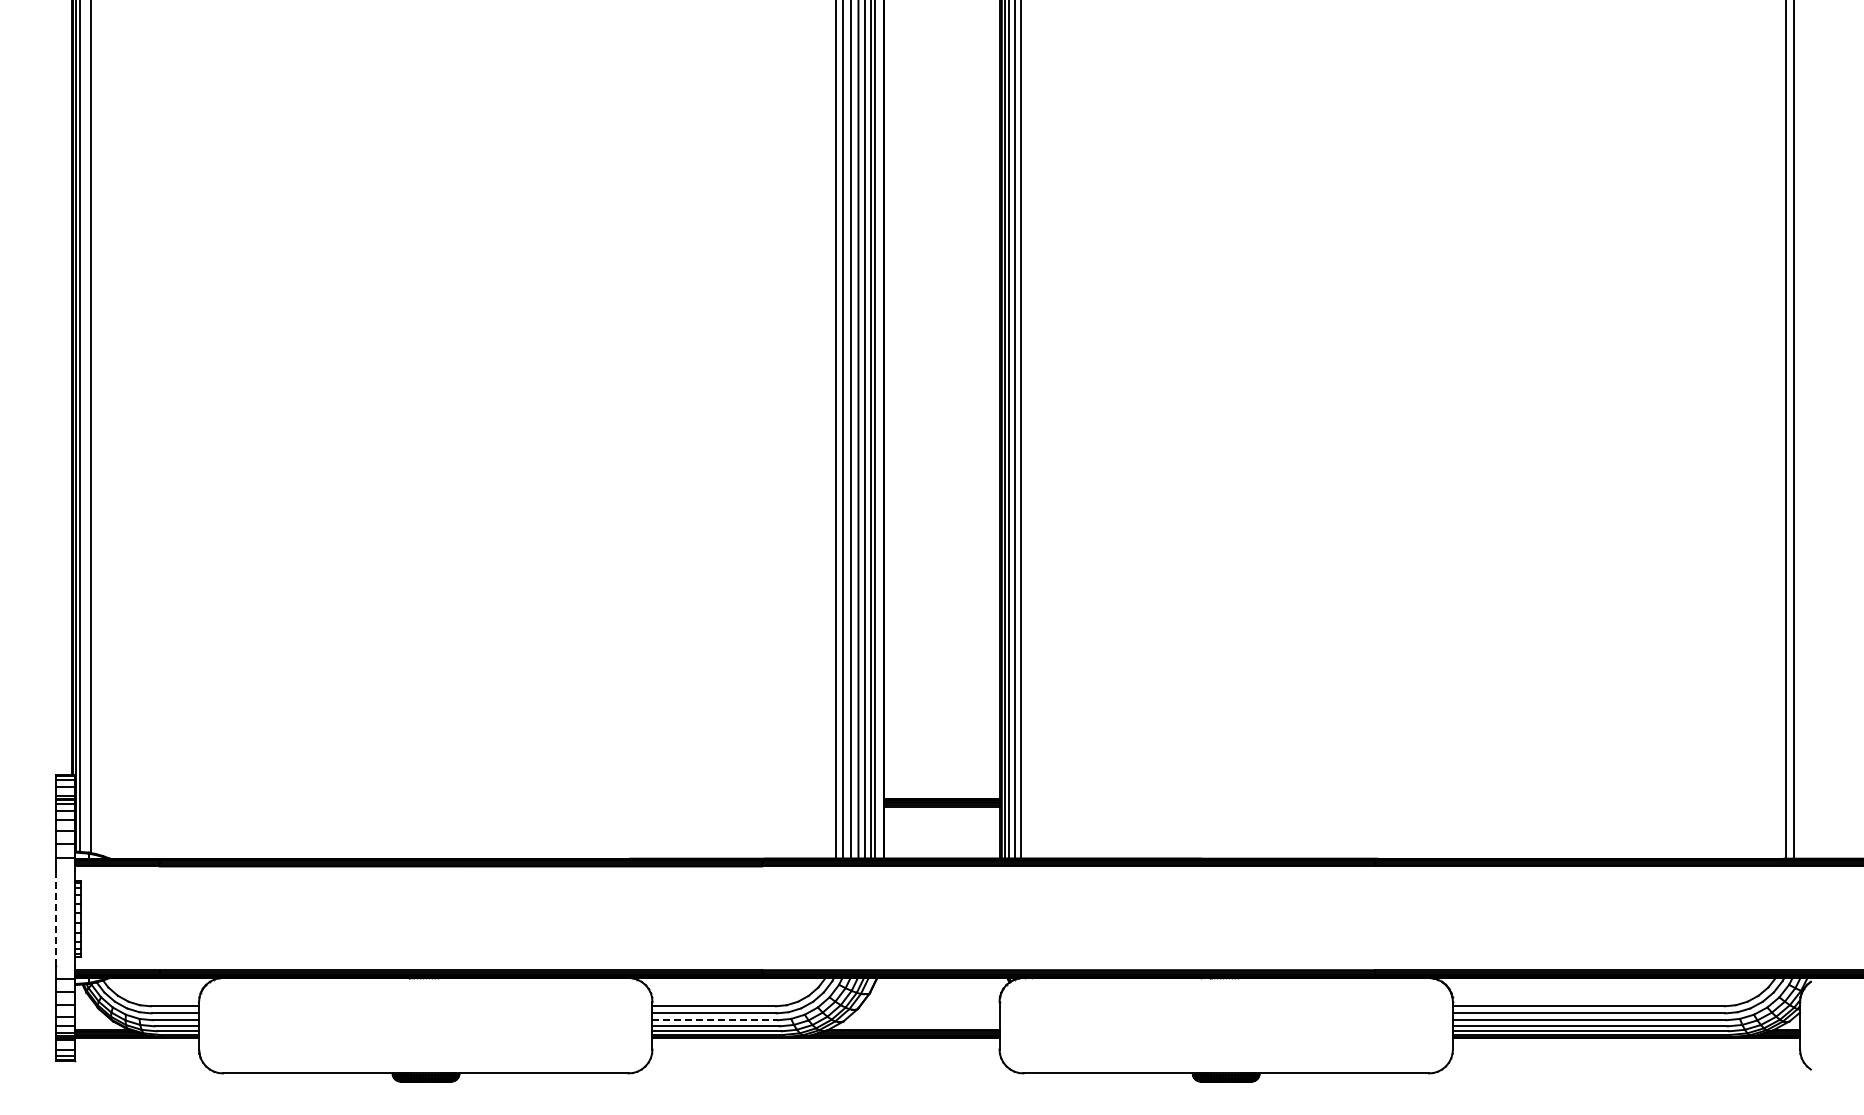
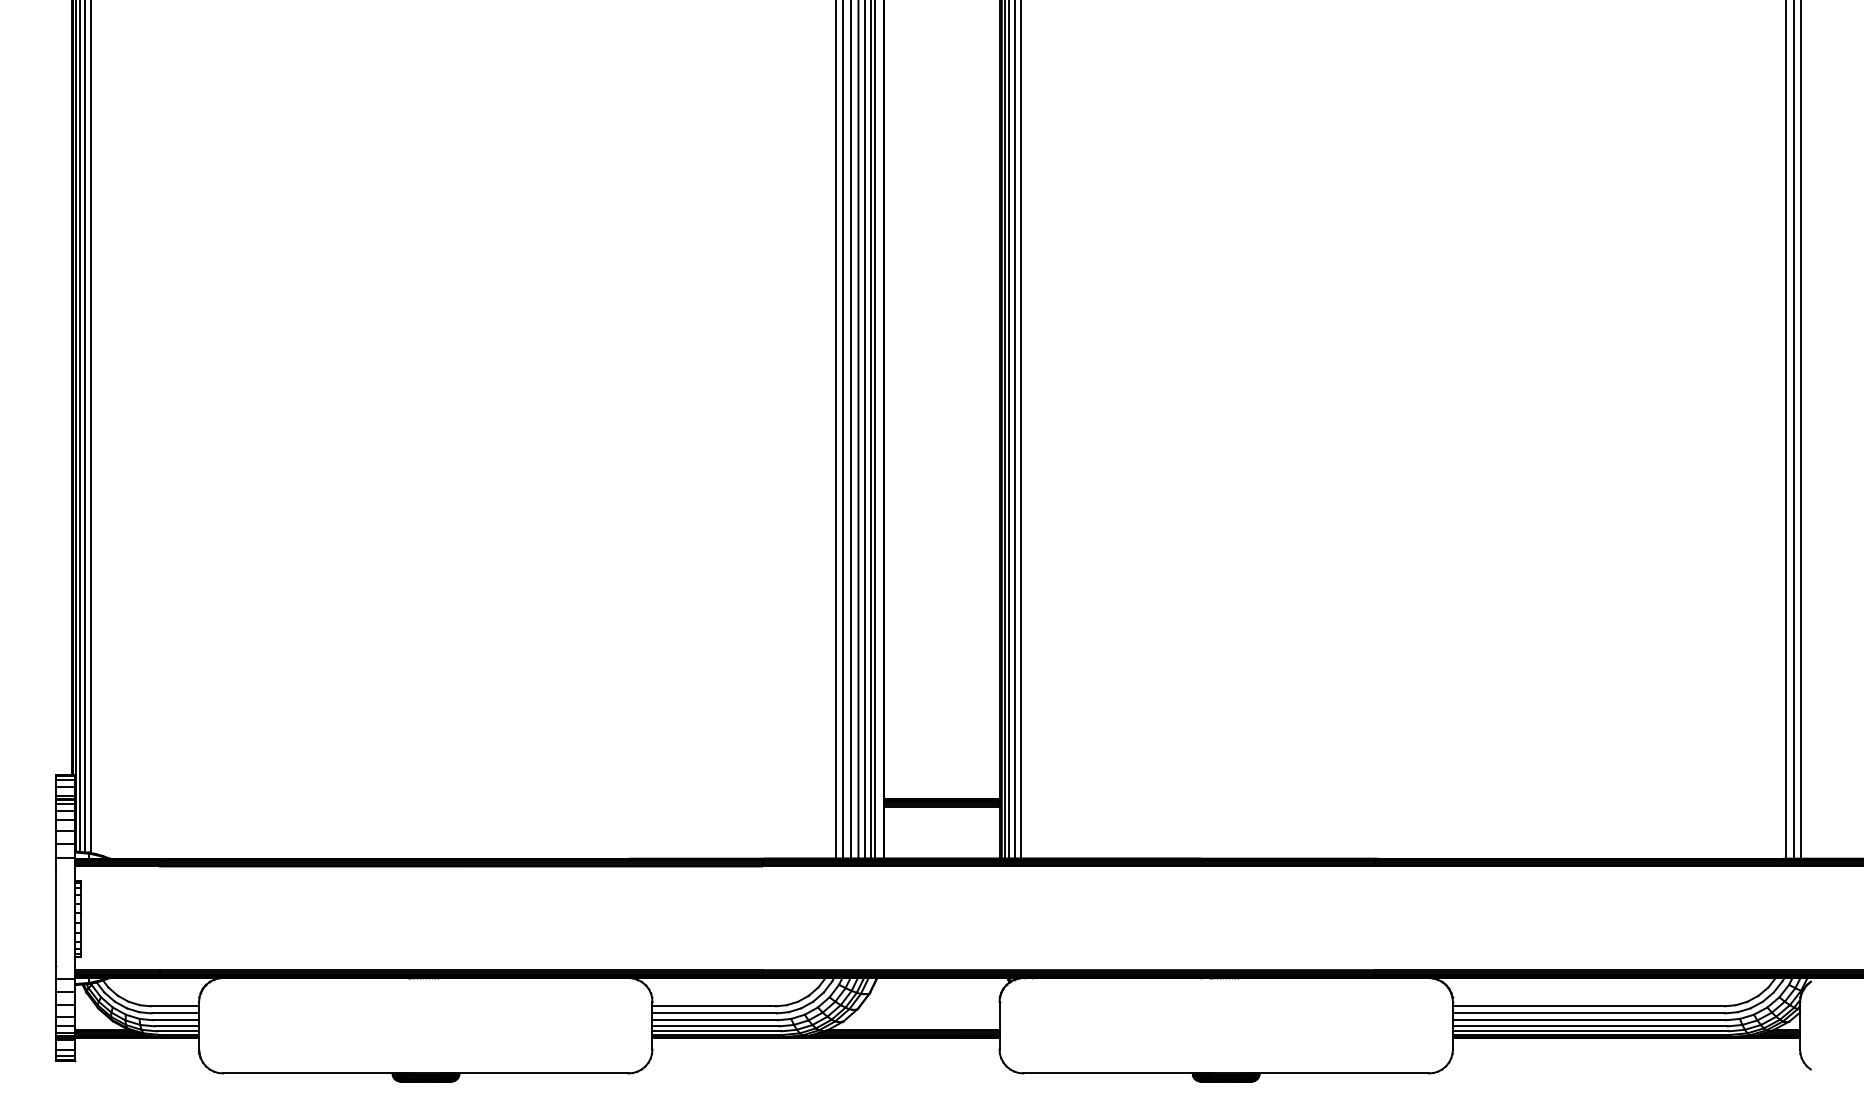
line at (84, 427): none -> present
line at (1801, 430): none -> present
line at (55, 918): dashed -> solid
line at (715, 1020): dashed -> solid
